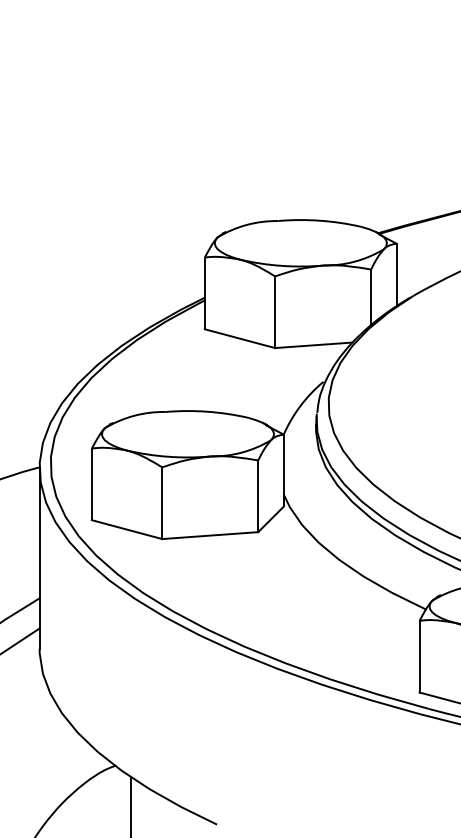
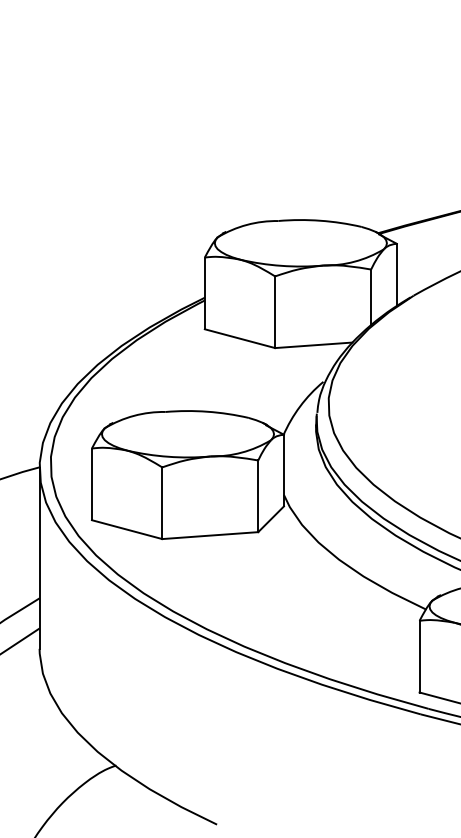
line at (130, 805): present -> none
